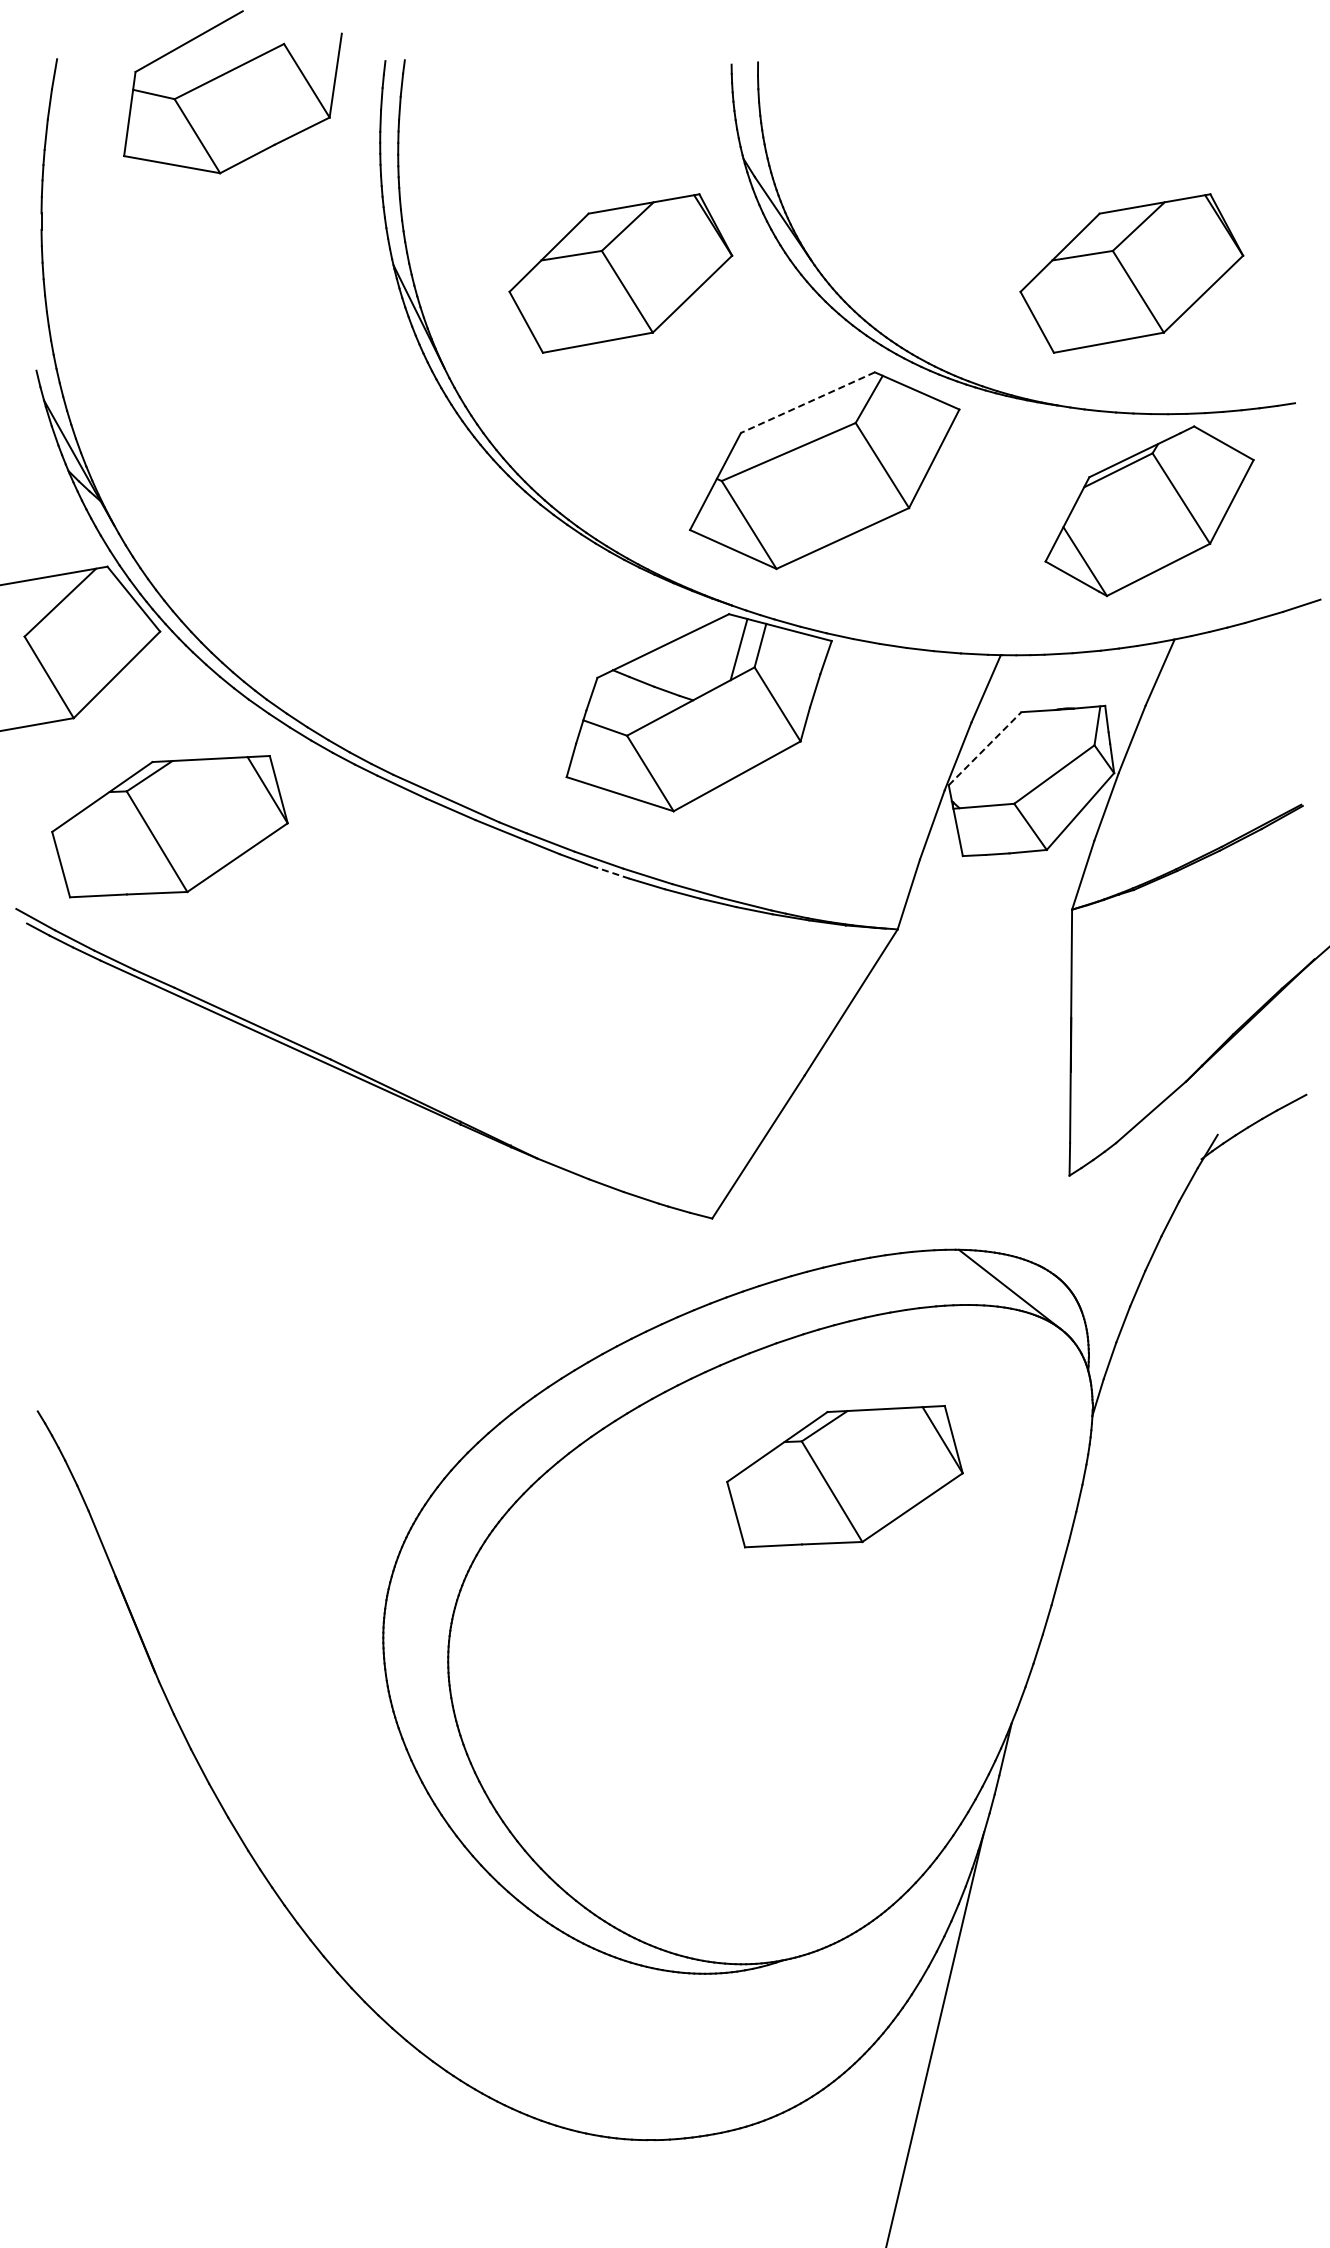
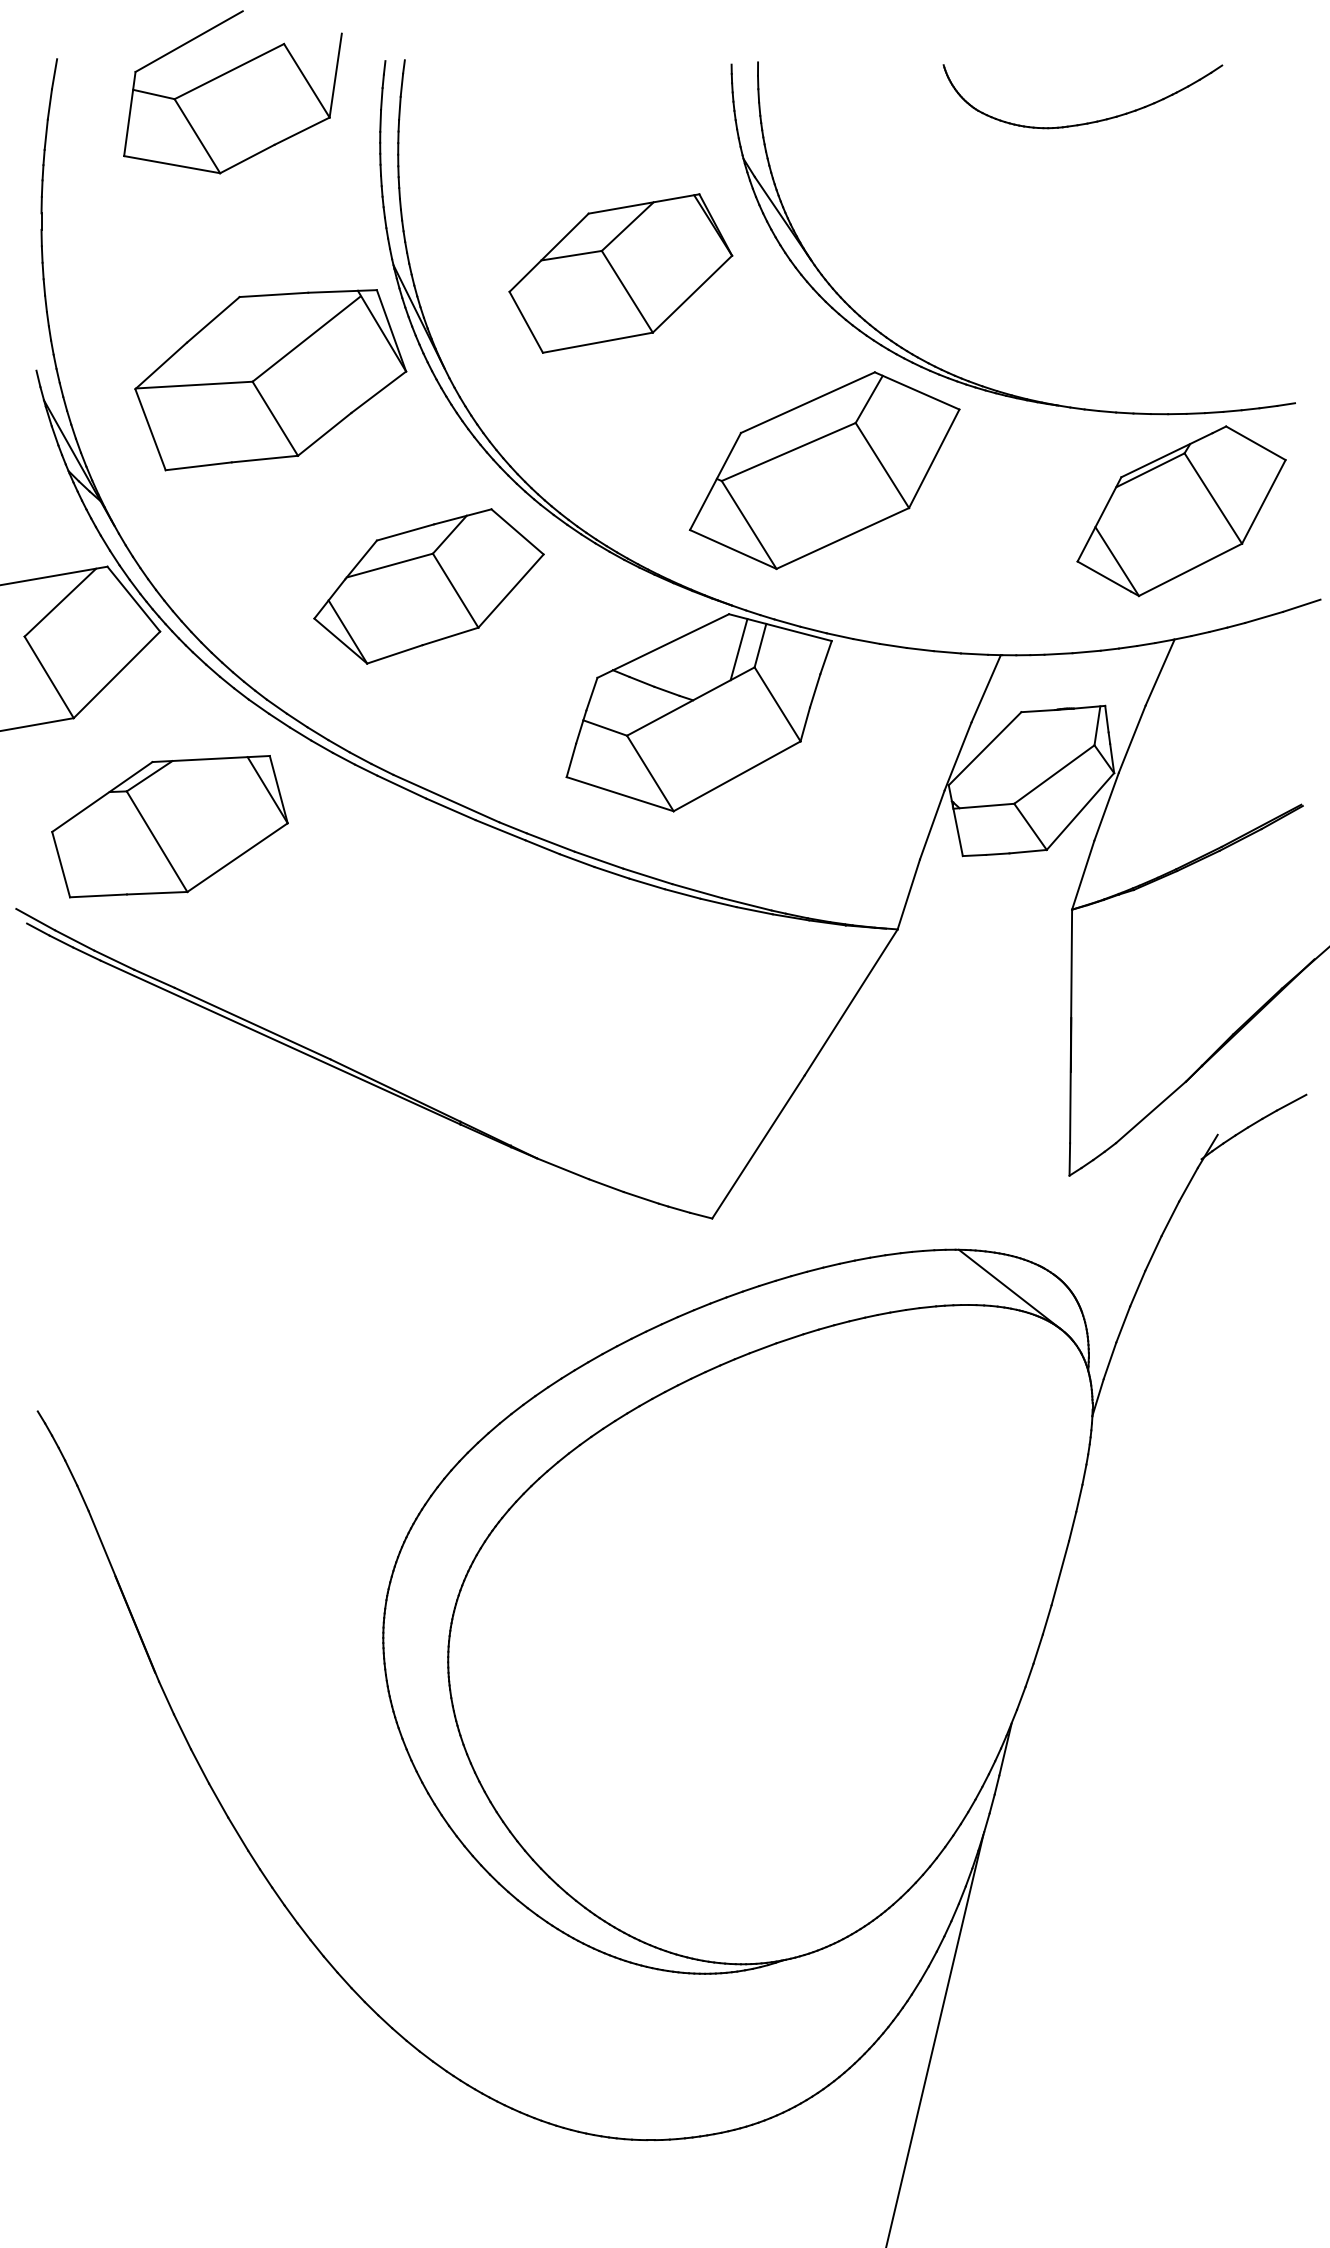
part at (1086, 122): none -> present
part at (1131, 273): present -> none
part at (270, 380): none -> present
line at (807, 402): dashed -> solid
part at (1149, 511) position: (1149, 511) -> (1181, 511)
part at (428, 586): none -> present
line at (985, 748): dashed -> solid
line at (611, 872): dashed -> solid
part at (844, 1476): present -> none
